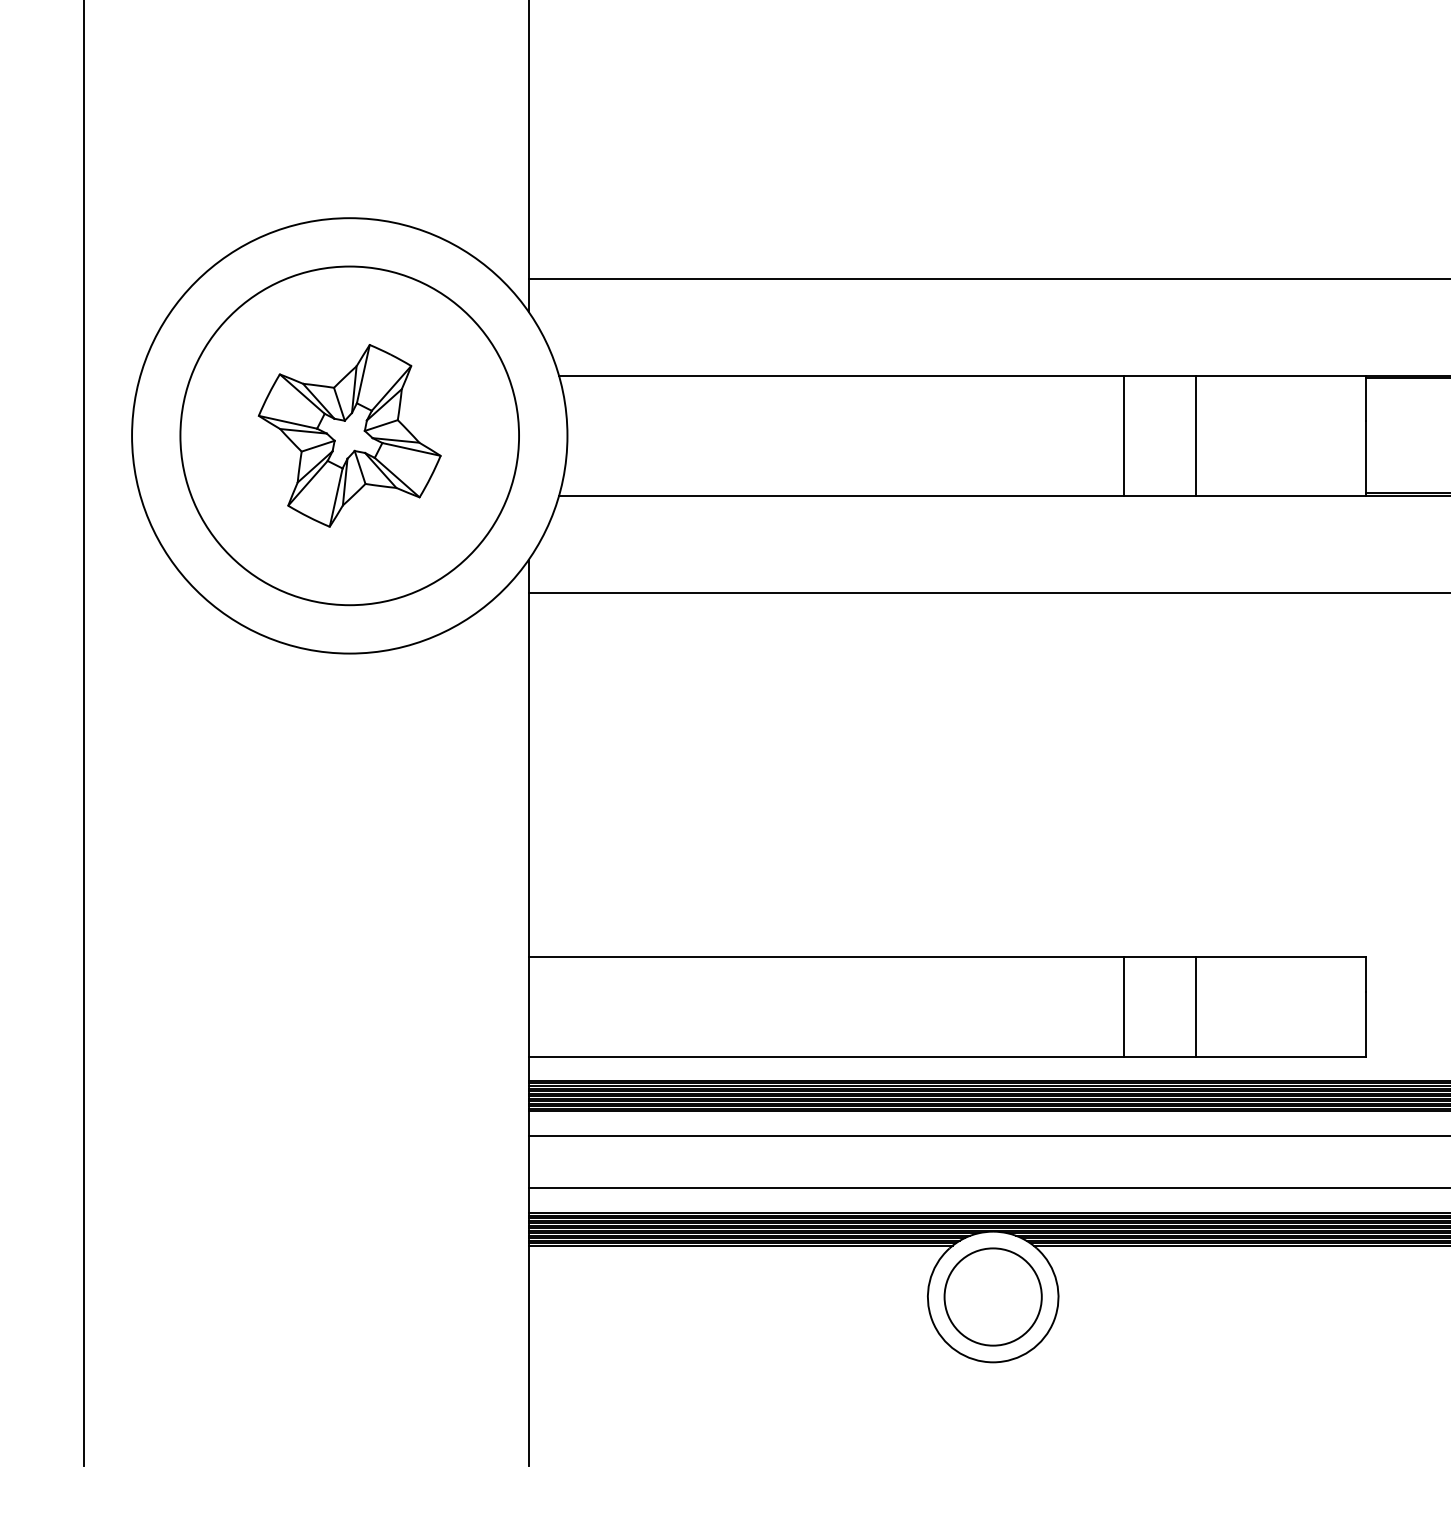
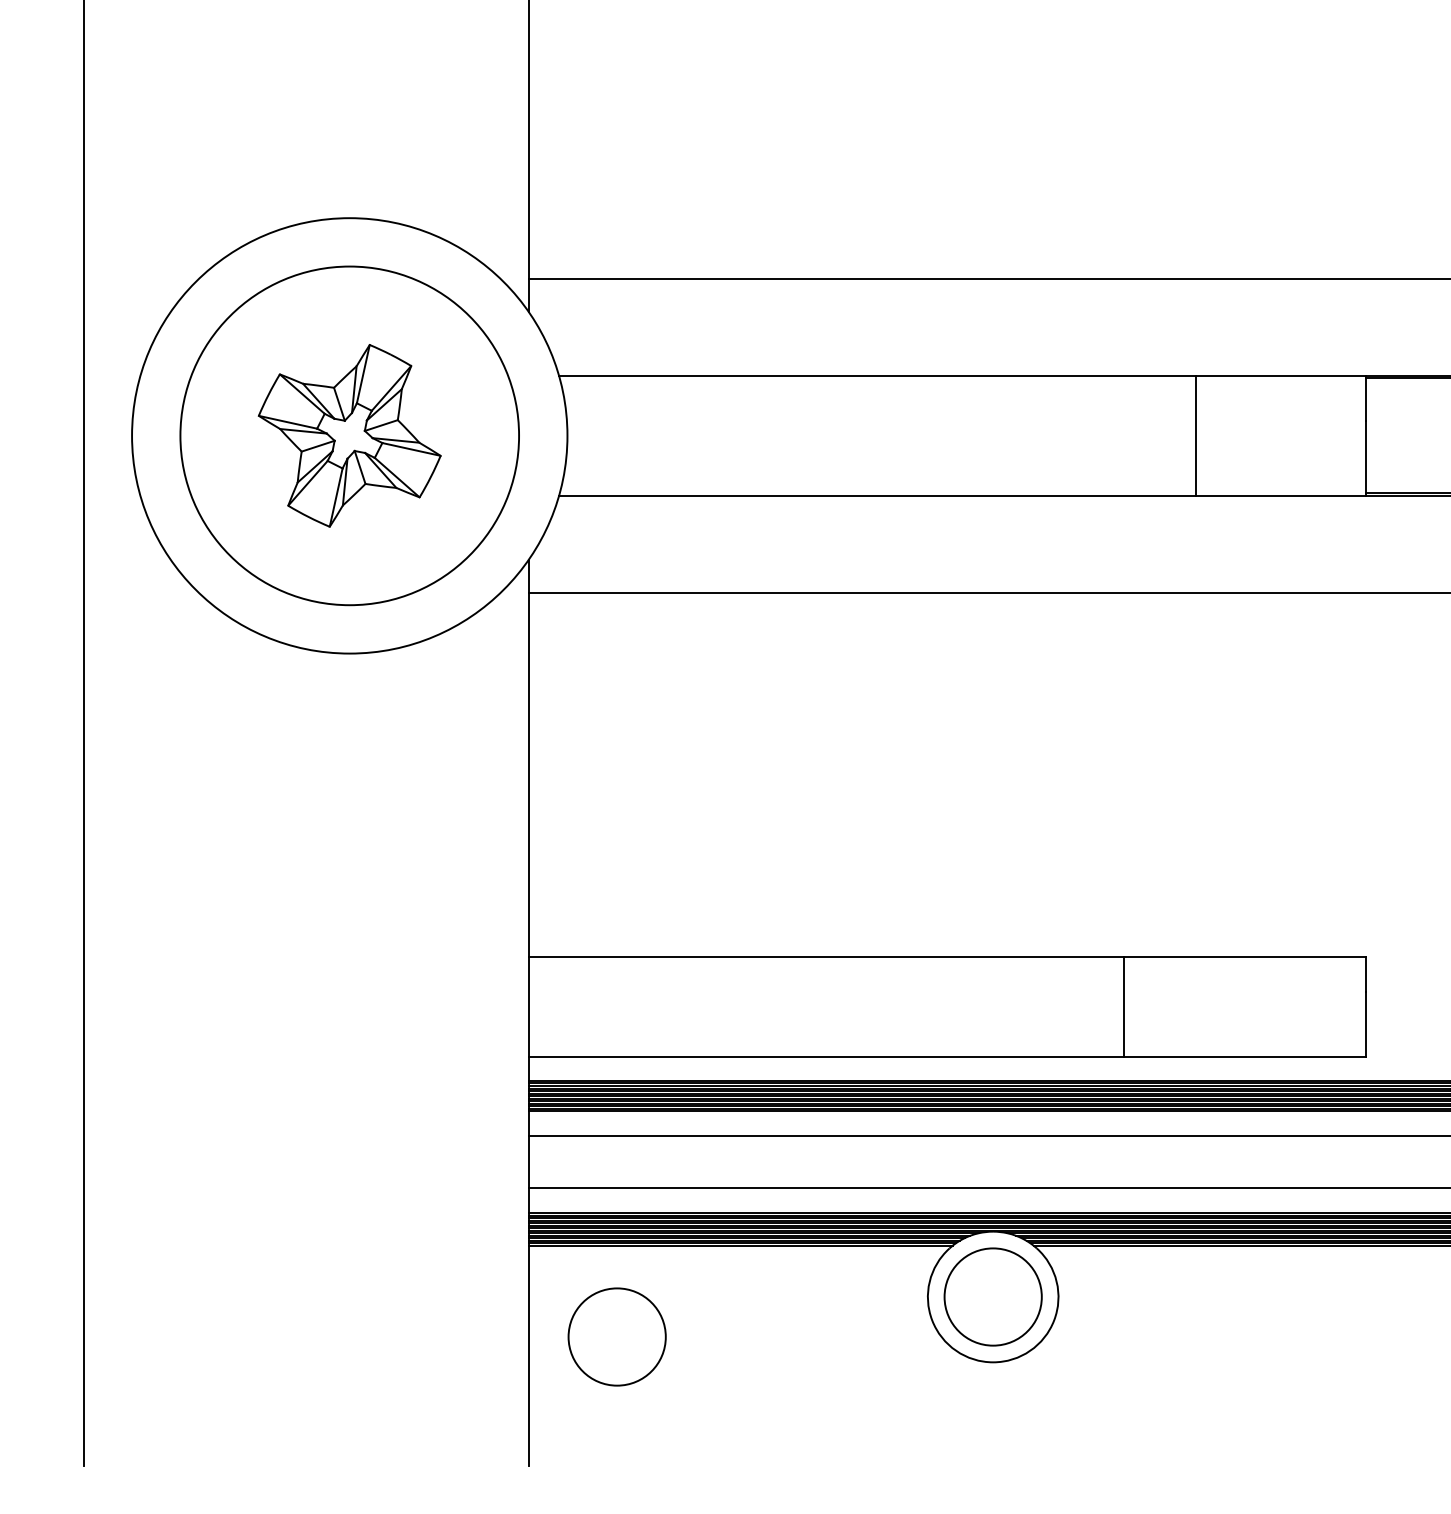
line at (1123, 435): present -> none
line at (1196, 1006): present -> none
circle at (616, 1336): none -> present
